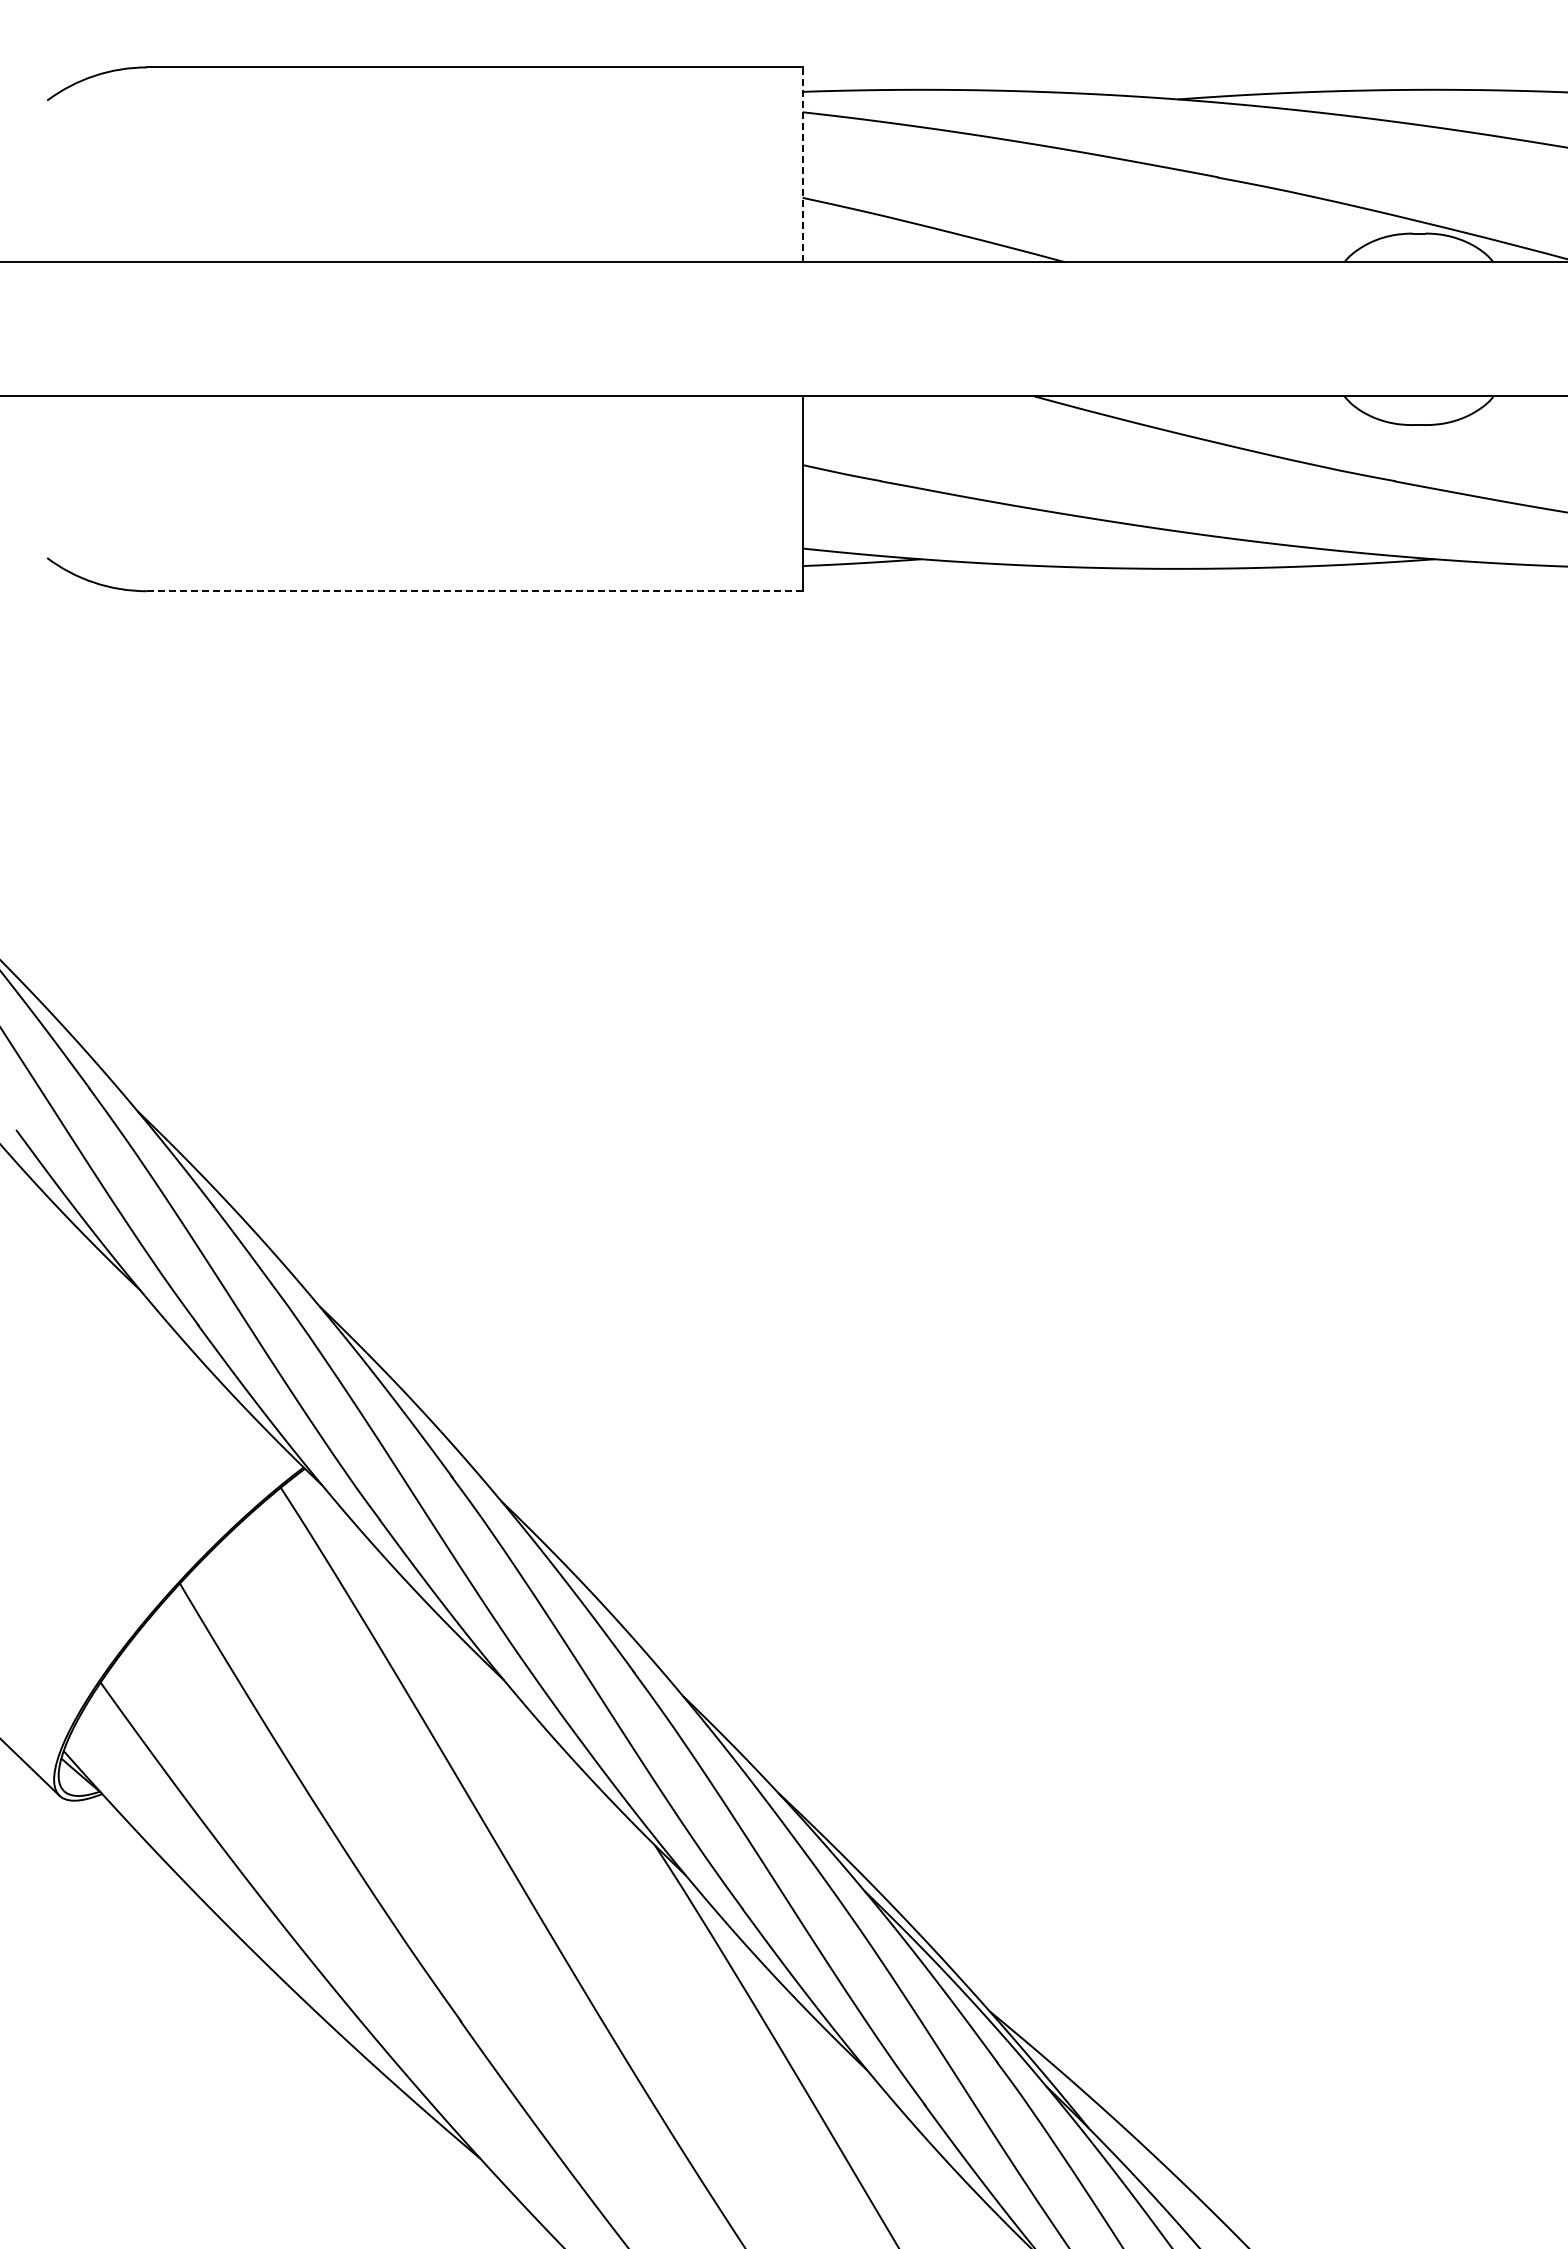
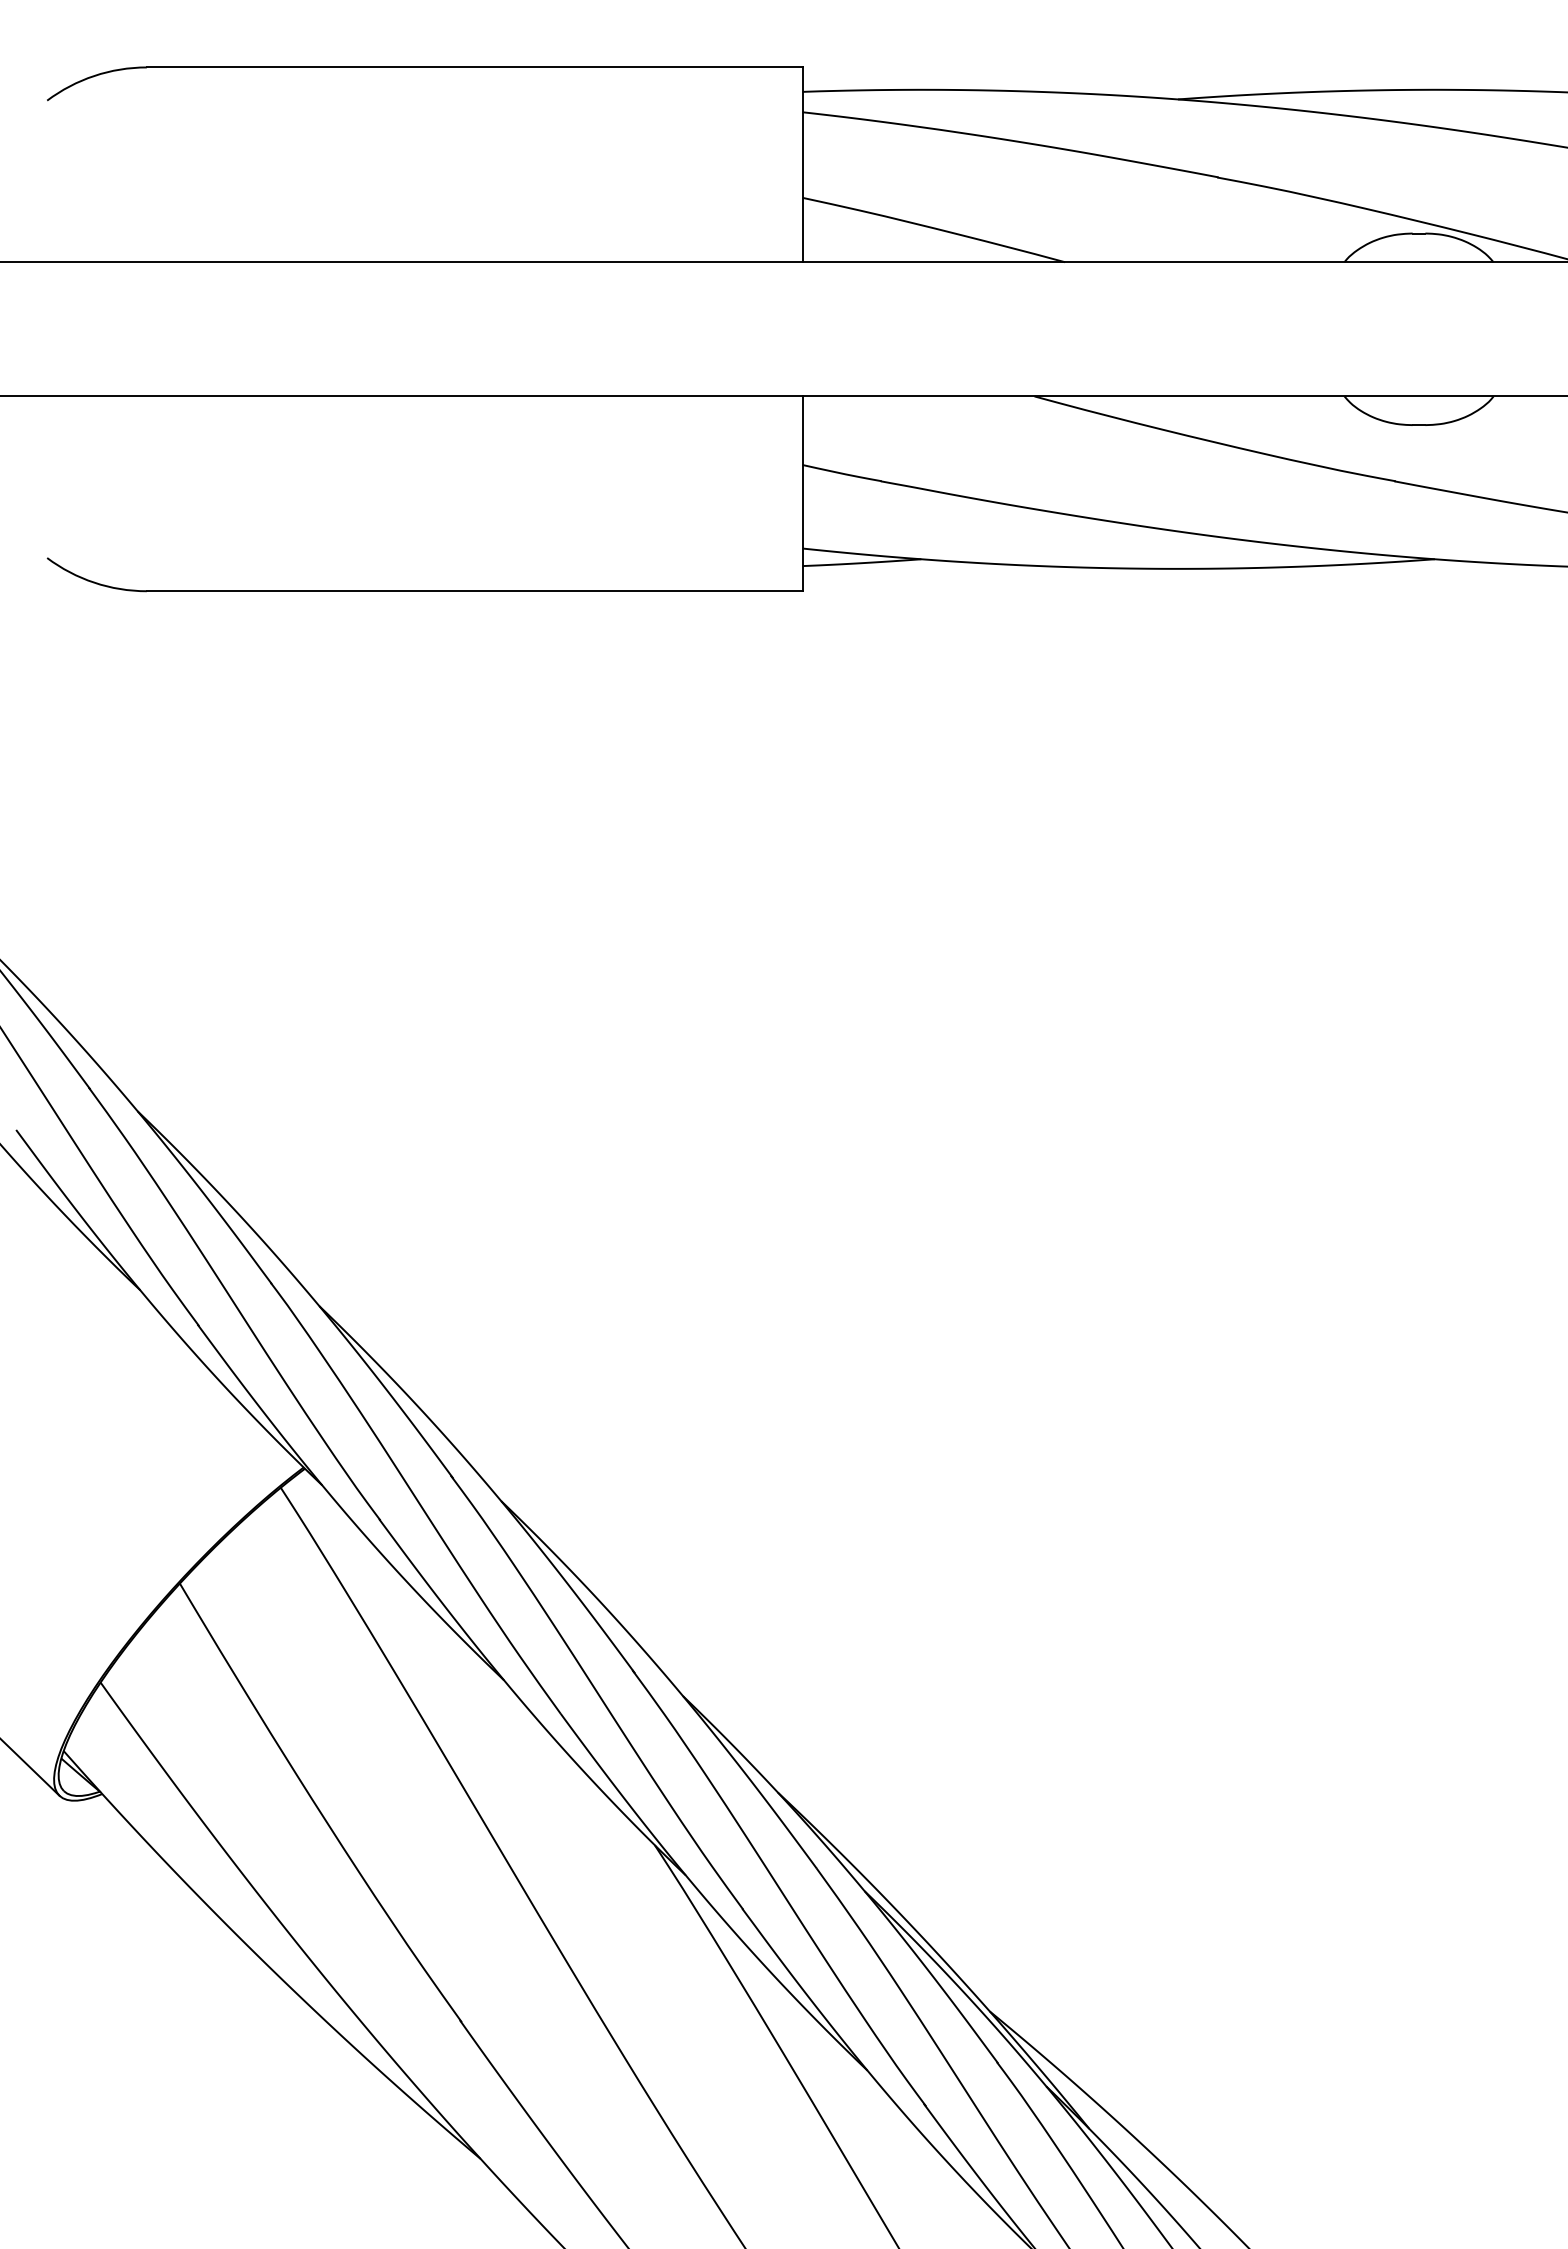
line at (802, 164): dashed -> solid
line at (474, 591): dashed -> solid
